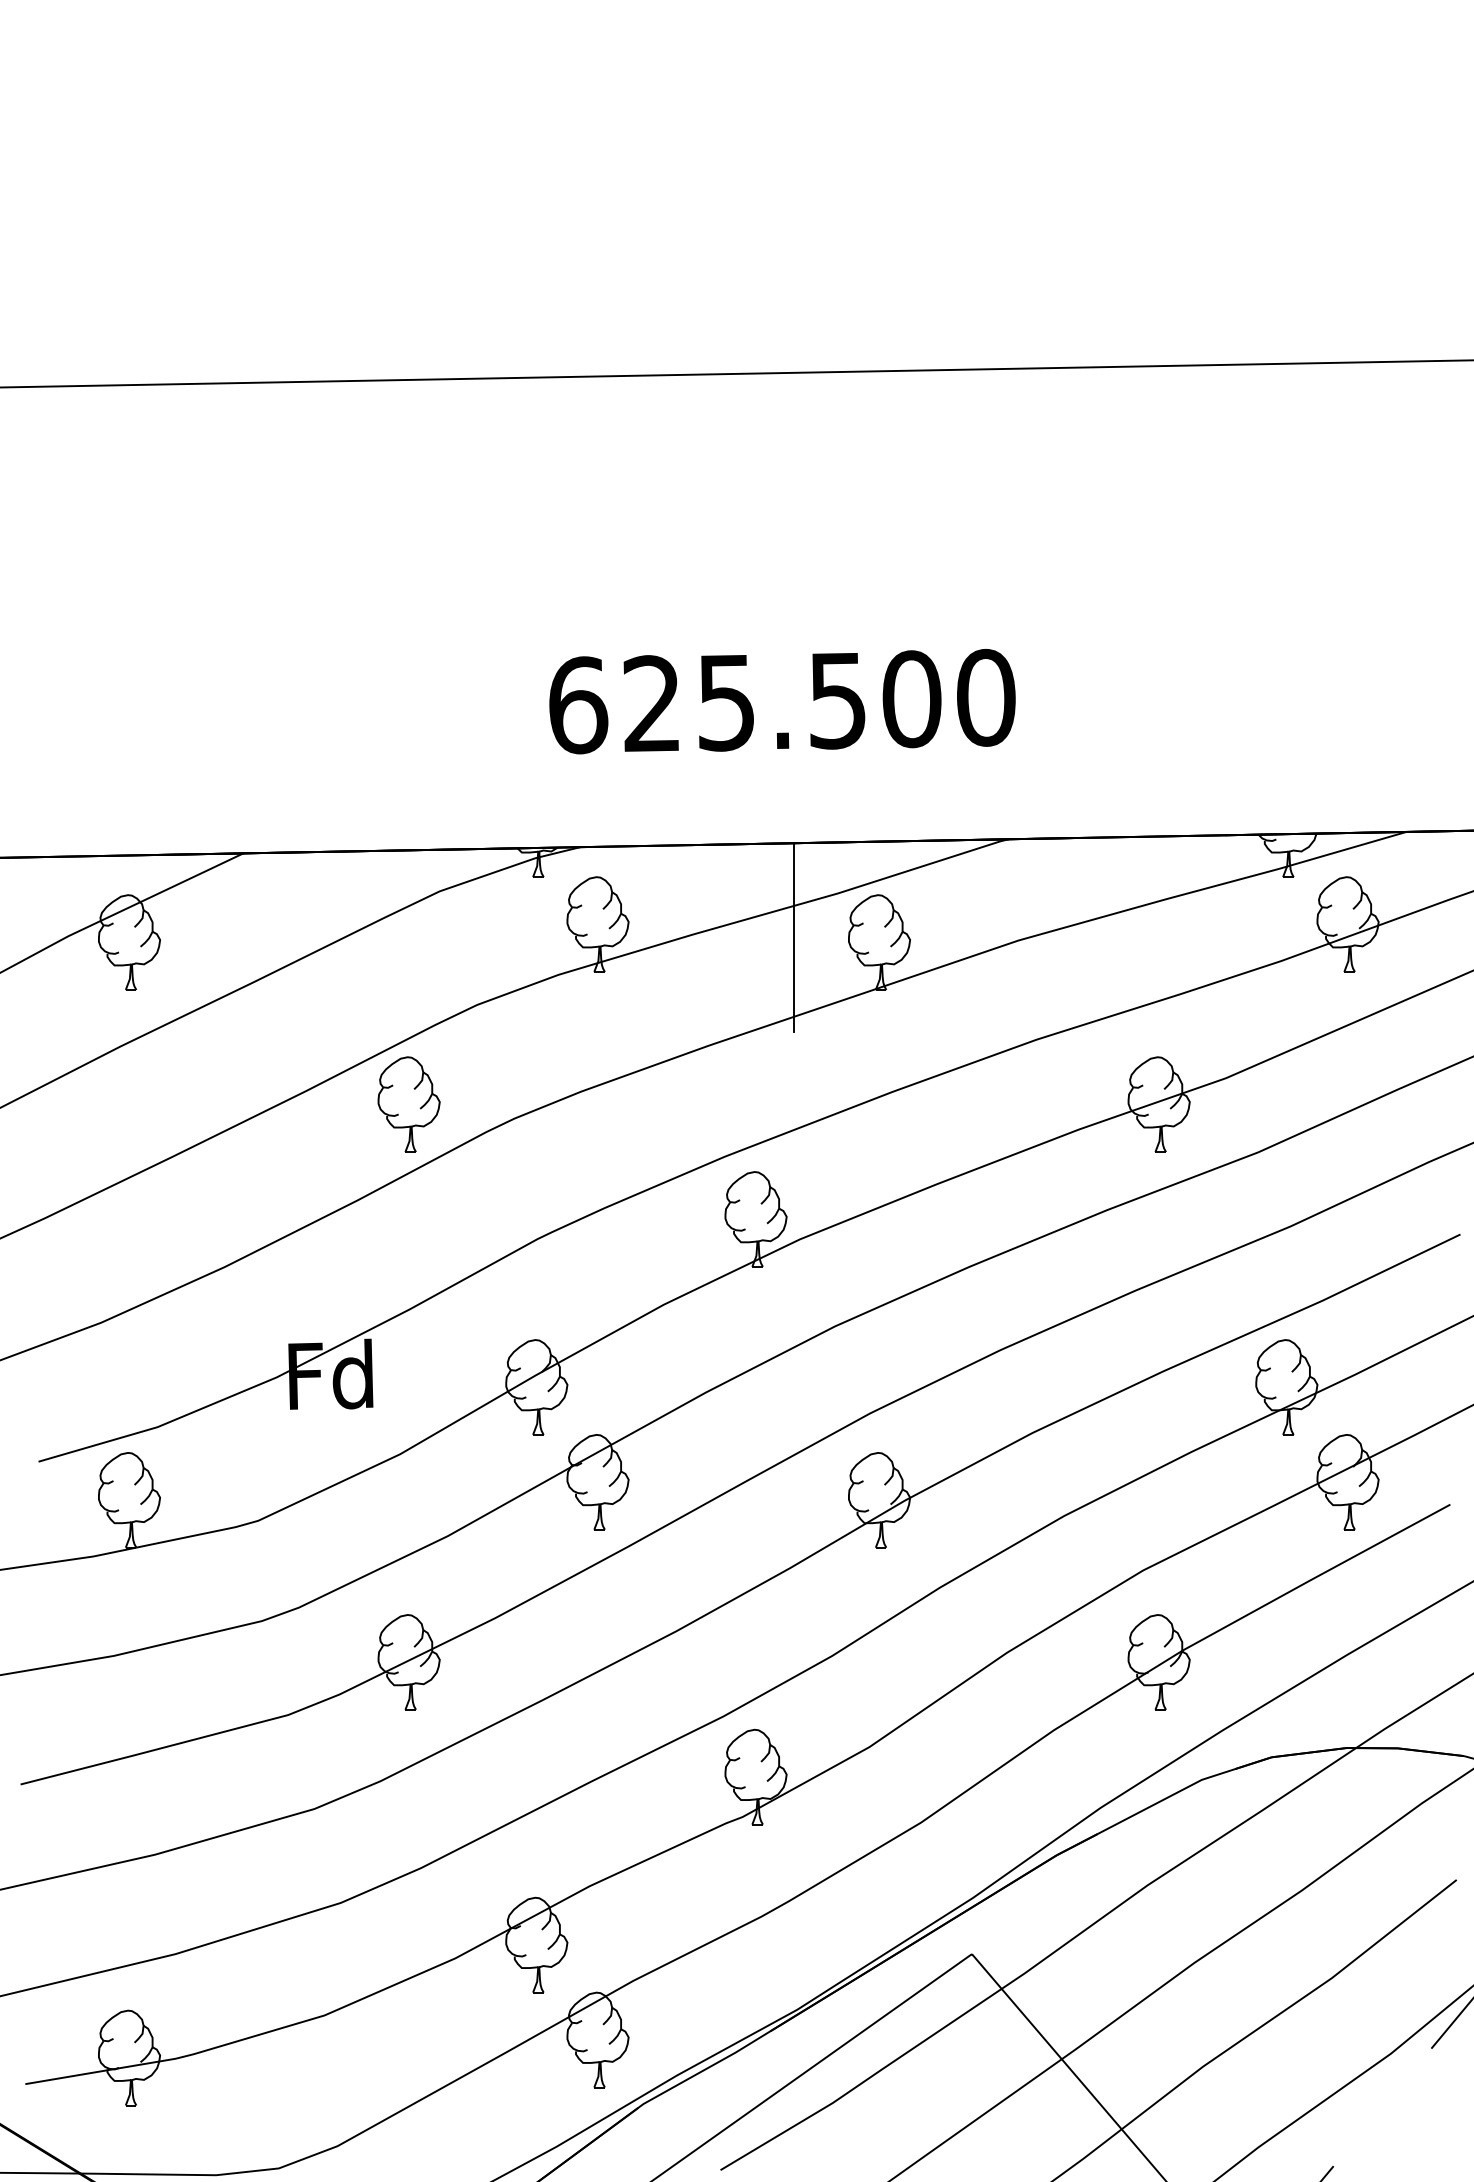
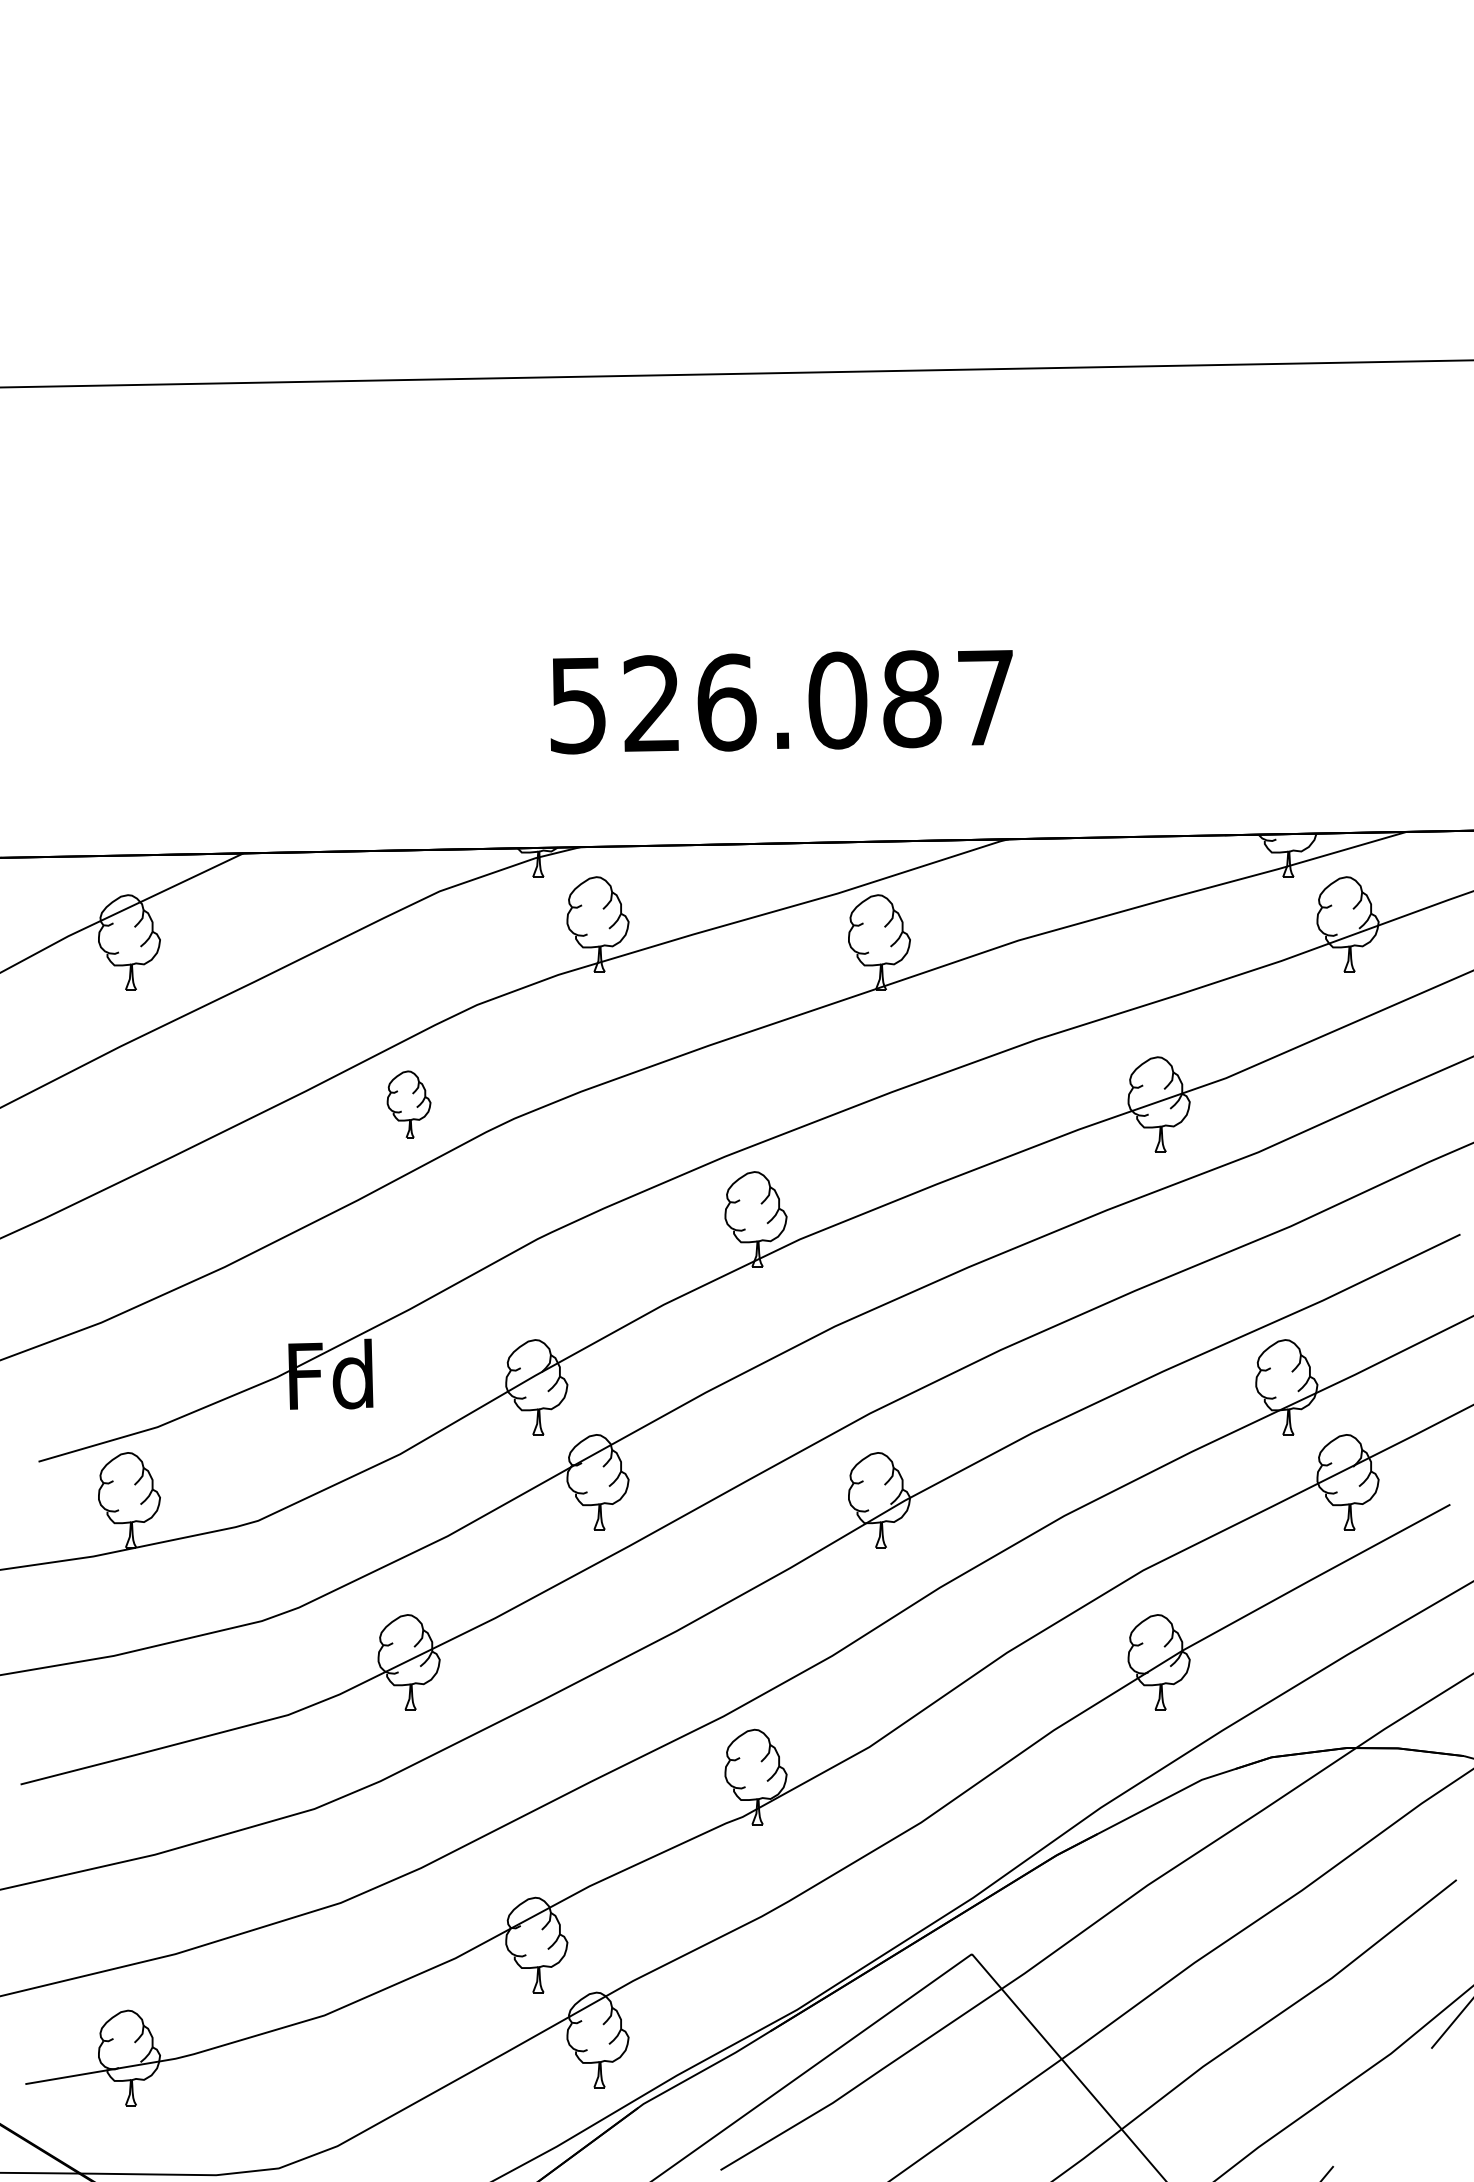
text at (782, 701): 625.500 -> 526.087
line at (793, 937): present -> none
part at (408, 1104) size: 64x97 px -> 46x69 px
